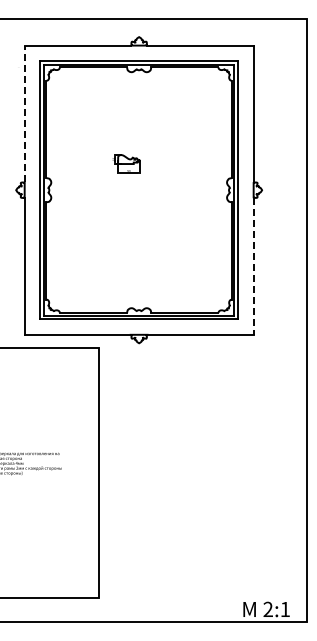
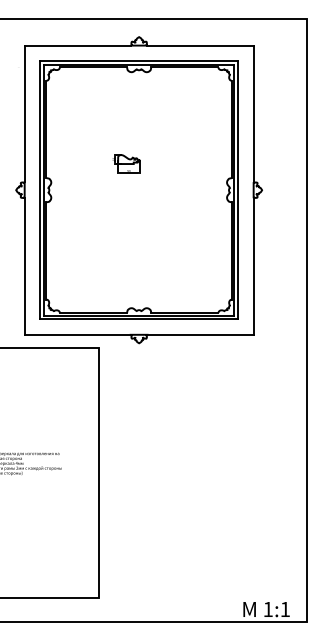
line at (24, 113): dashed -> solid
line at (253, 267): dashed -> solid
text at (267, 608): 2:1 -> 1:1
